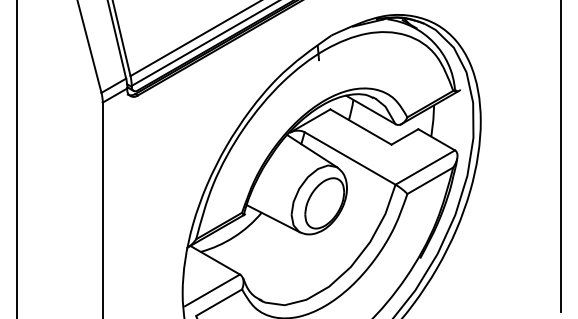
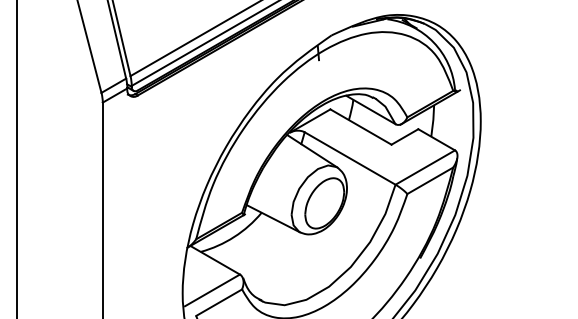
line at (560, 157): present -> none
